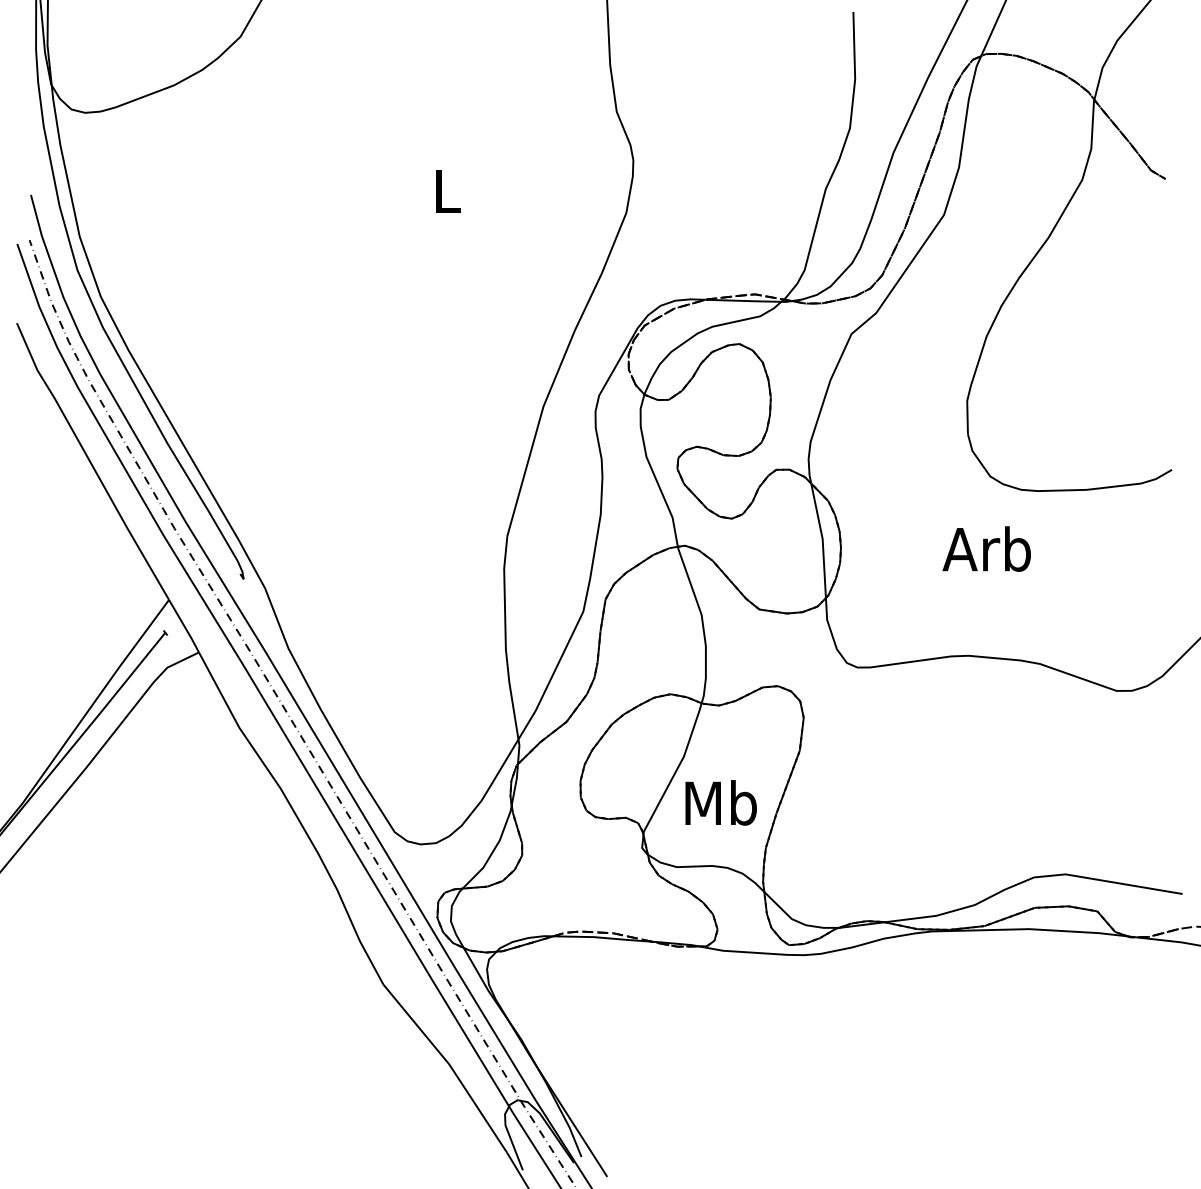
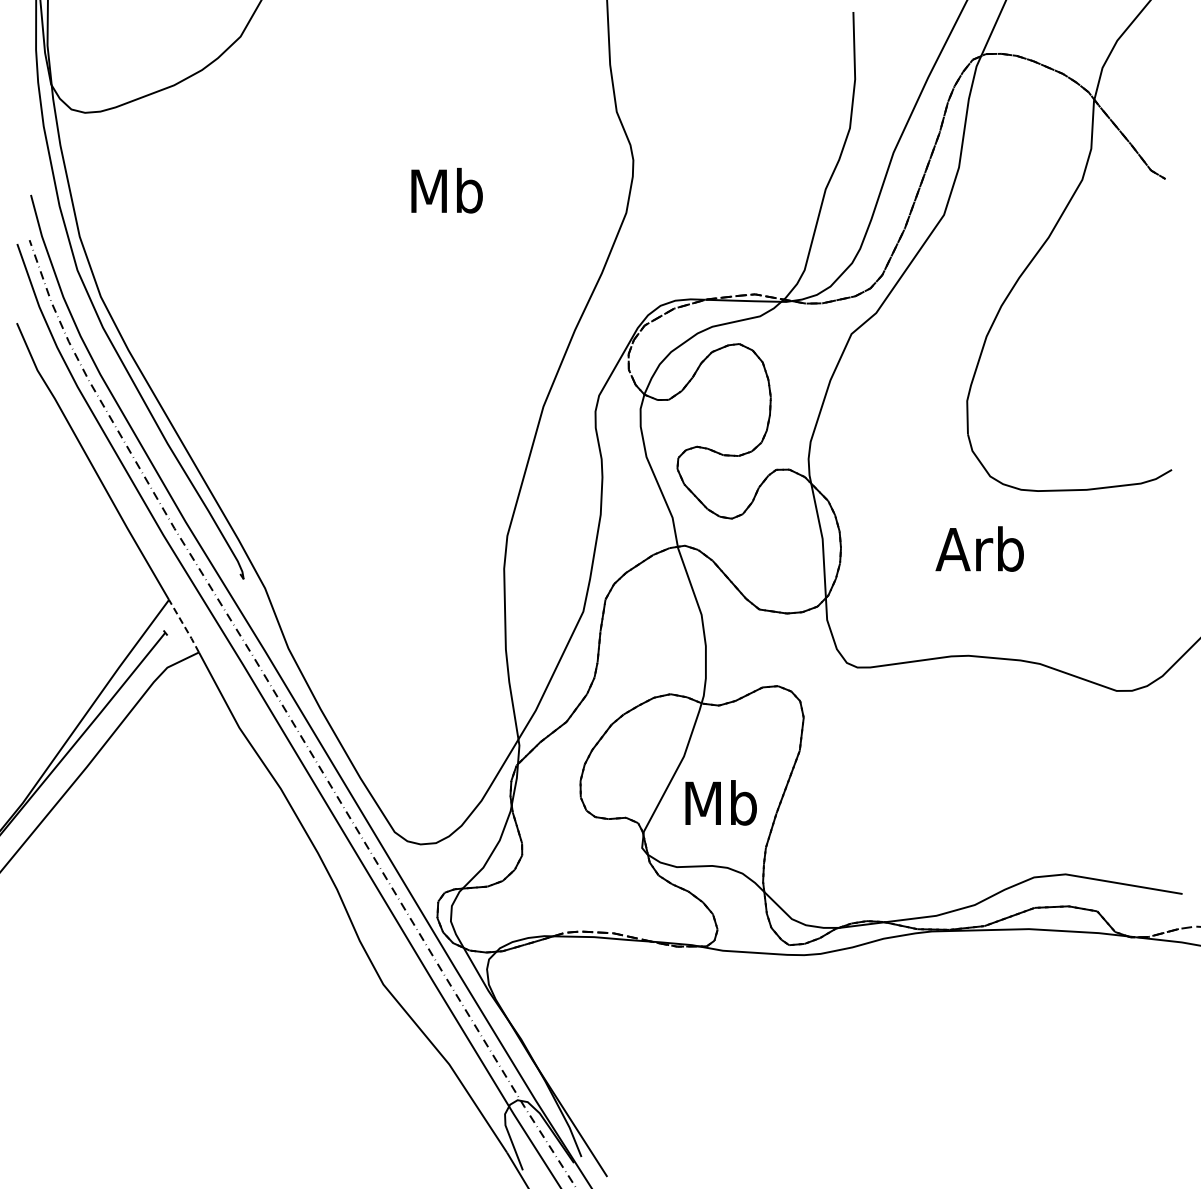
text at (446, 190): L -> Mb
text at (986, 548) position: (986, 548) -> (979, 548)
line at (184, 626): solid -> dashed
